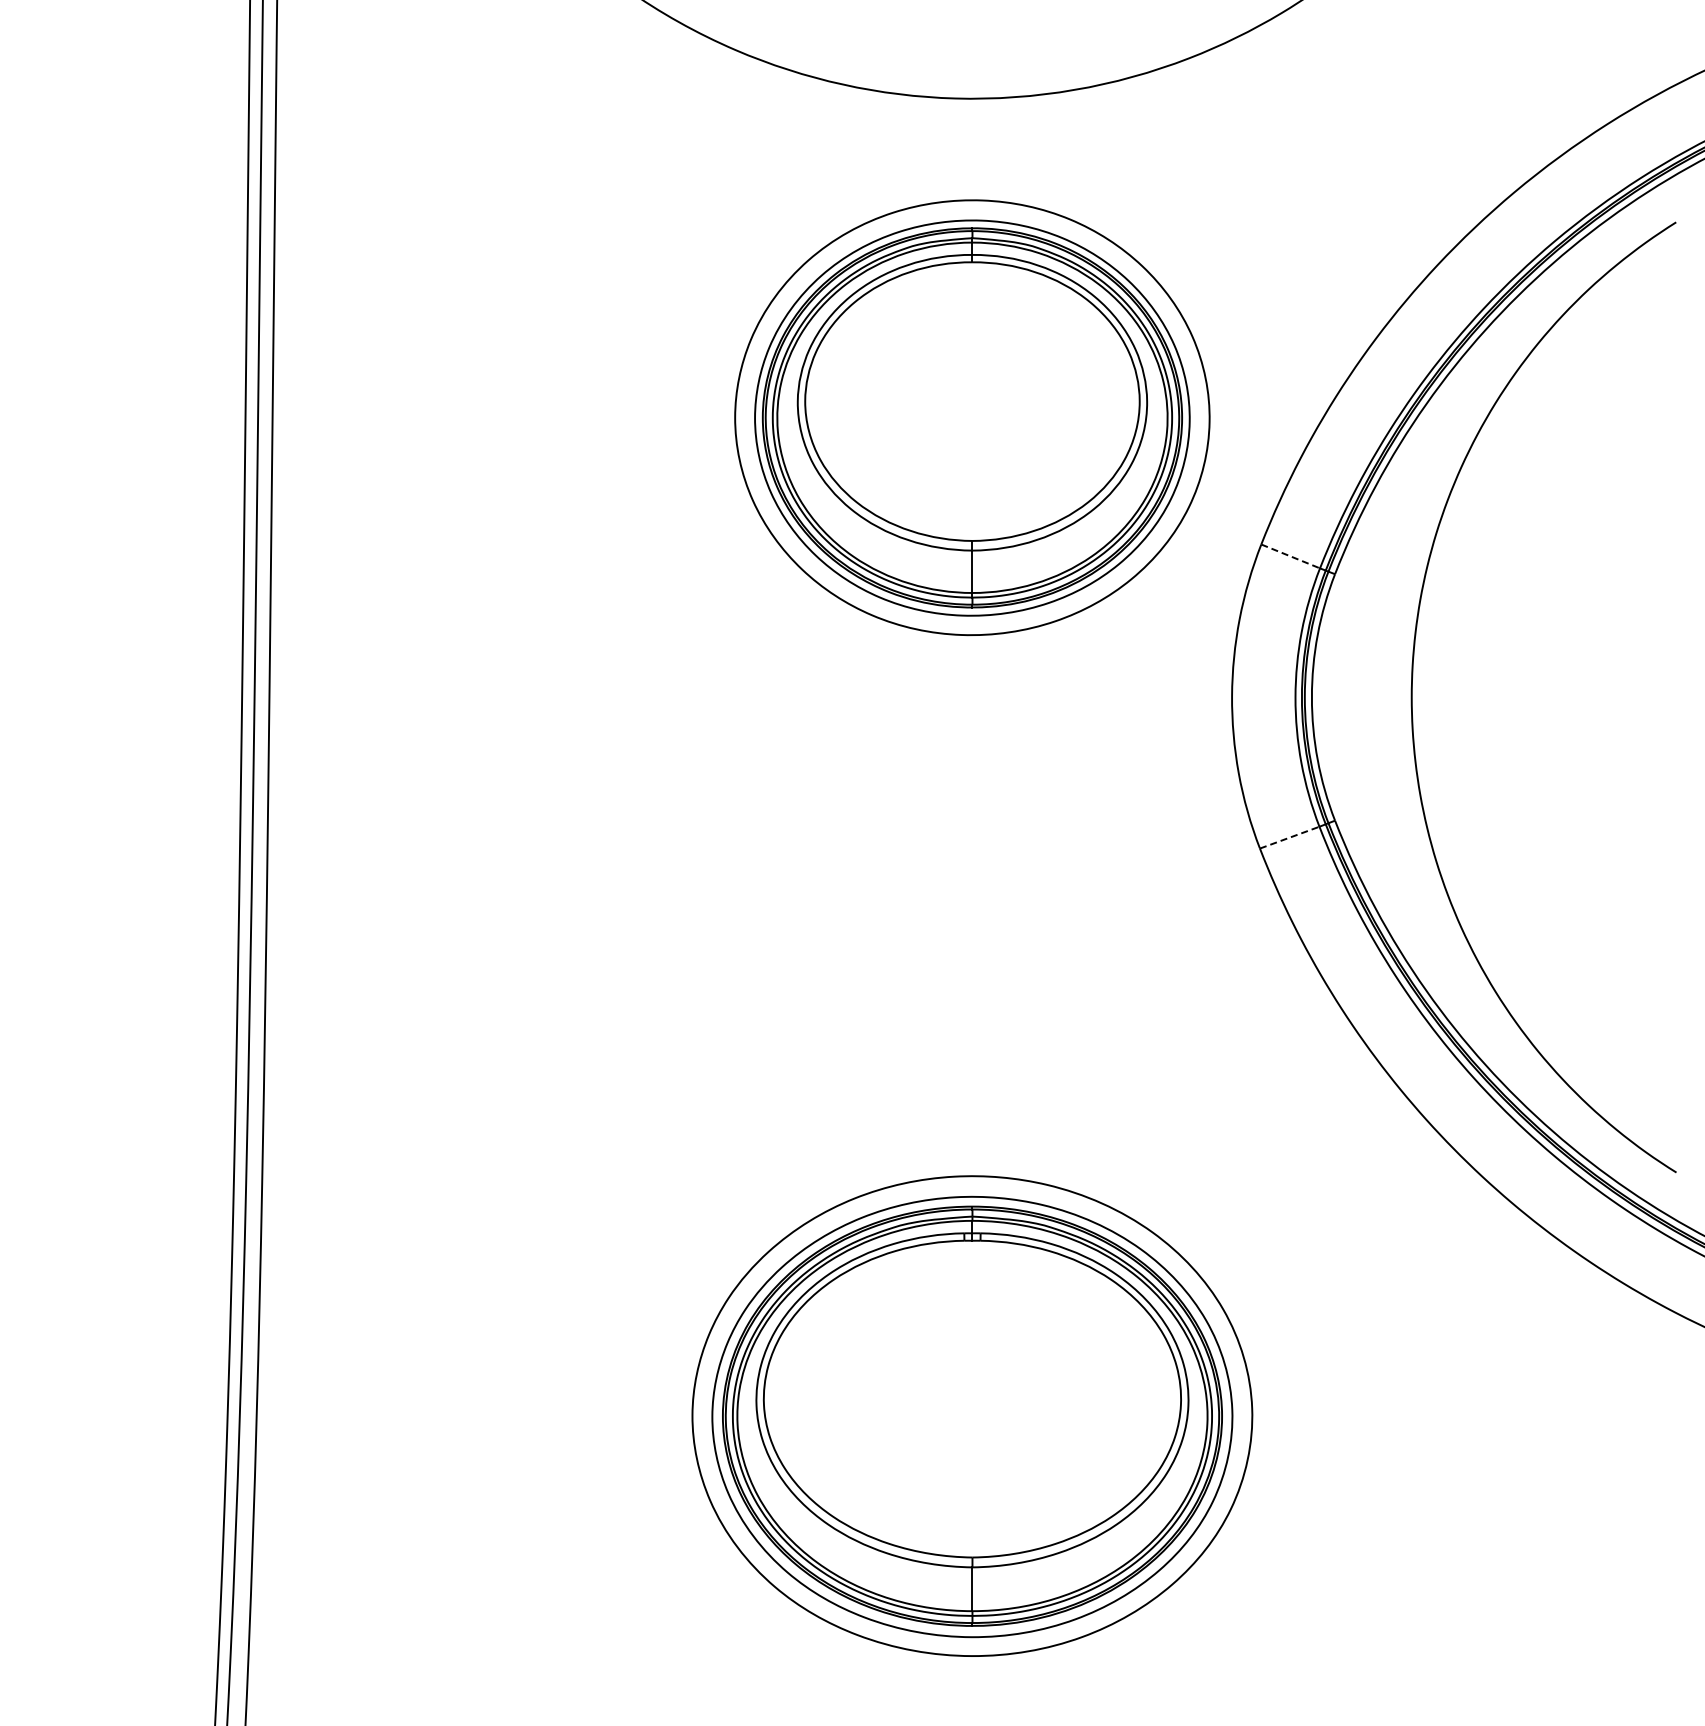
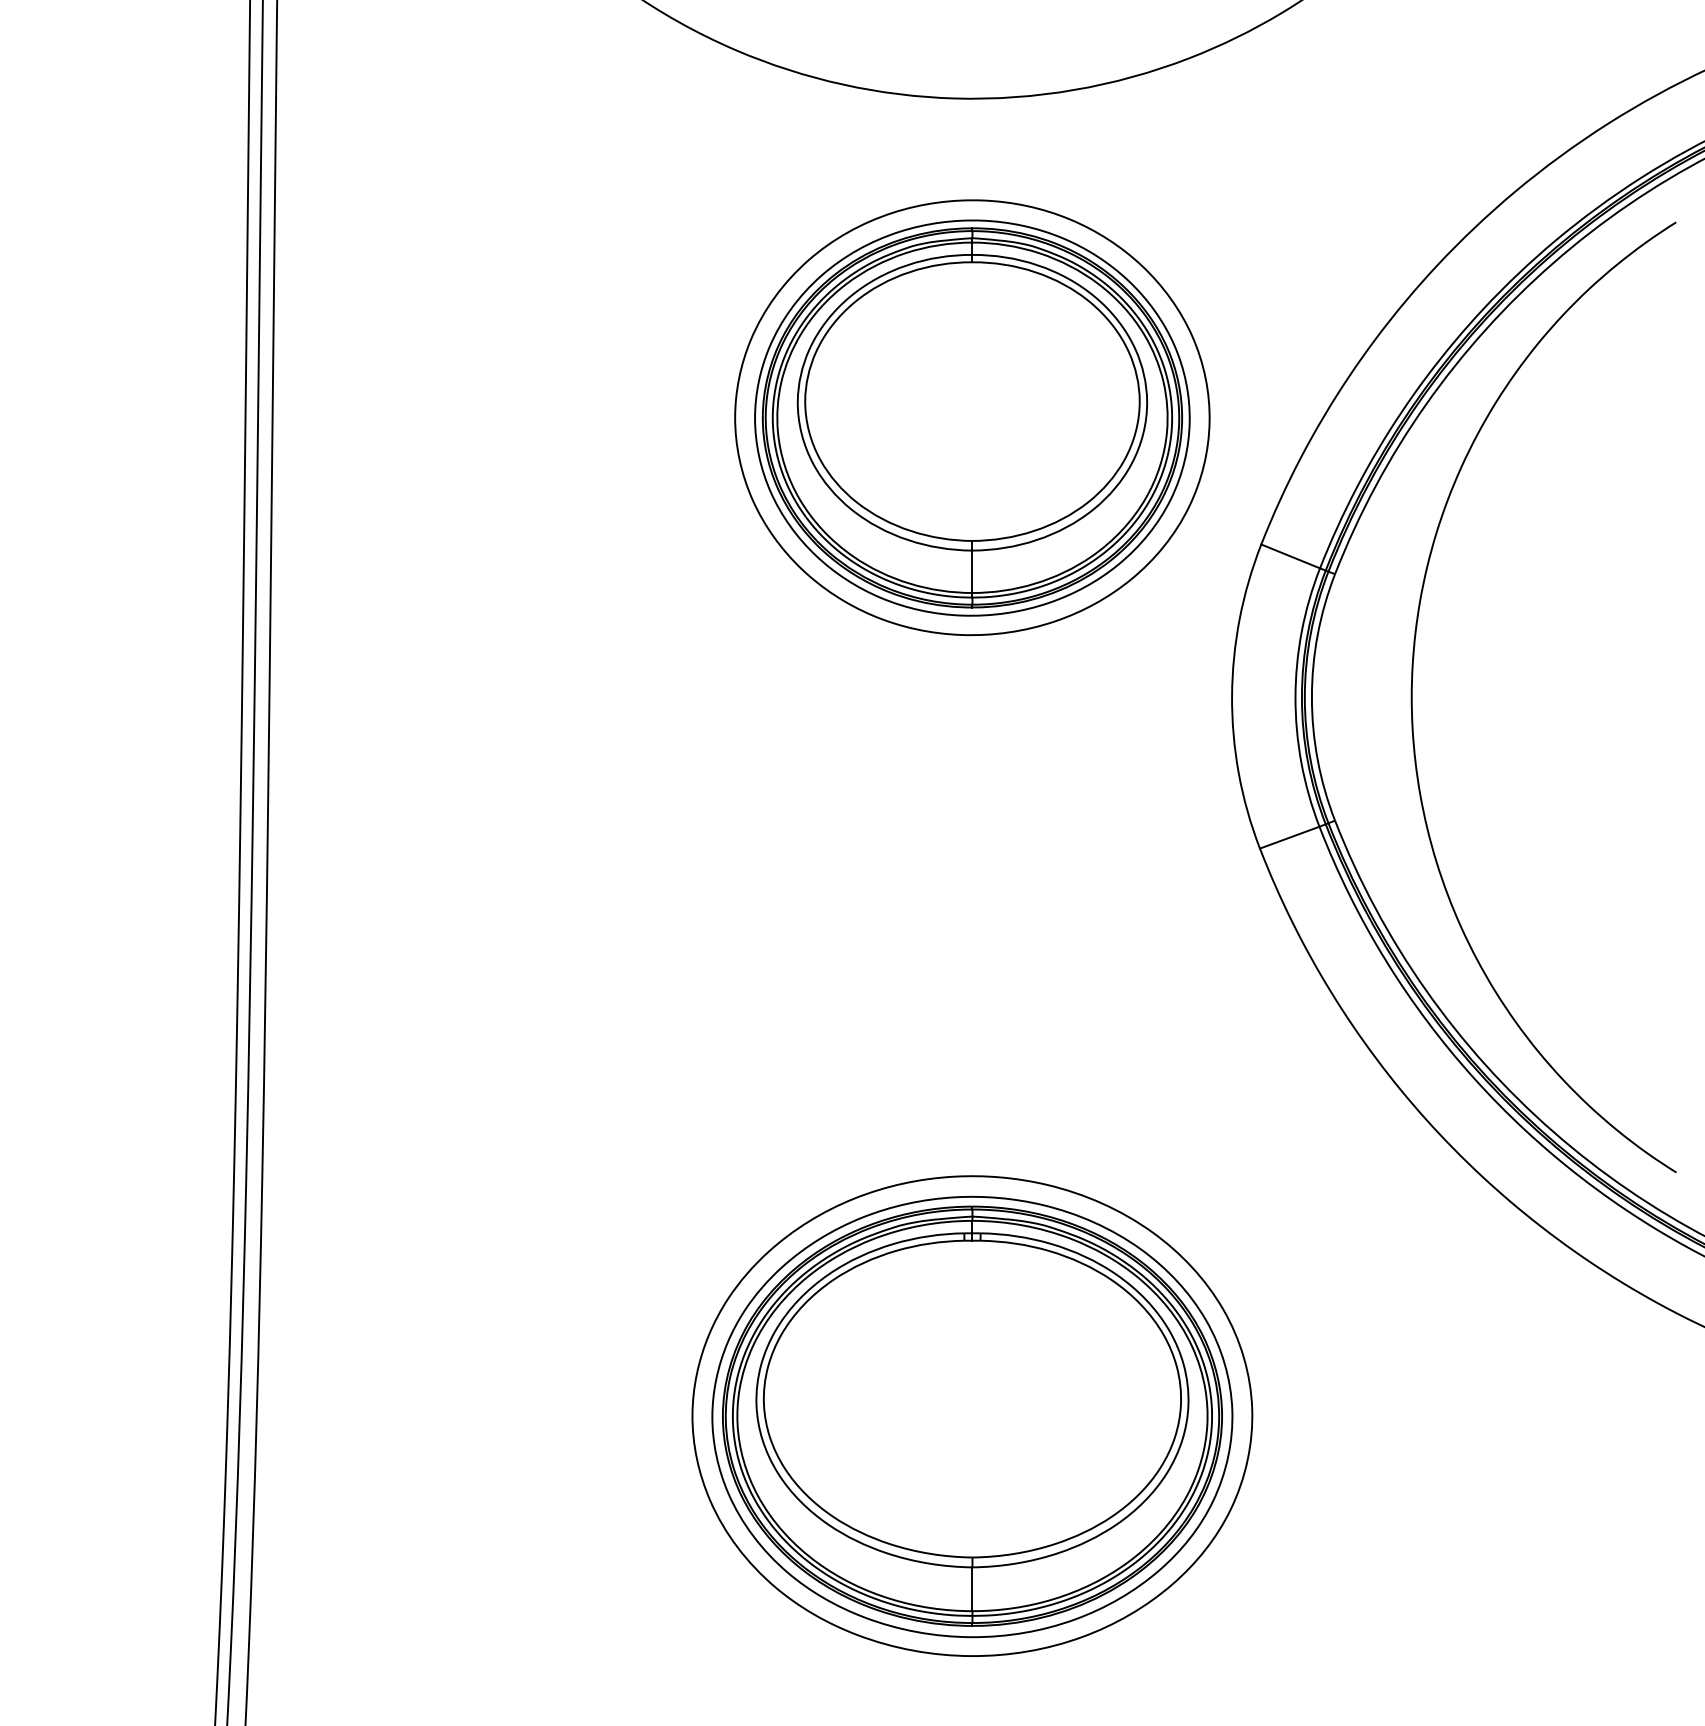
line at (1290, 556): dashed -> solid
line at (1289, 837): dashed -> solid
